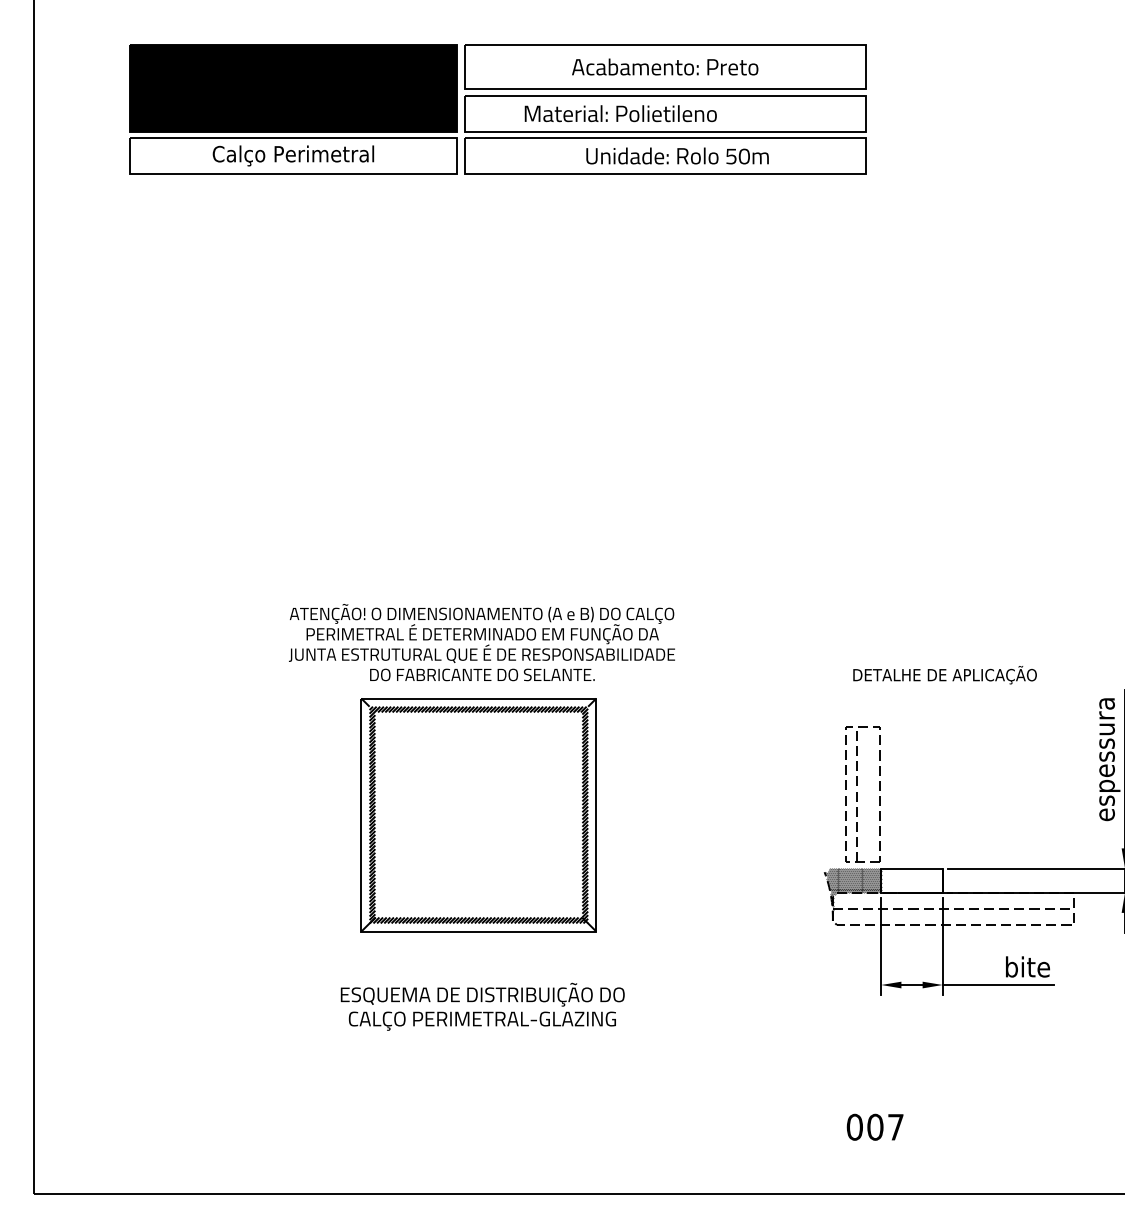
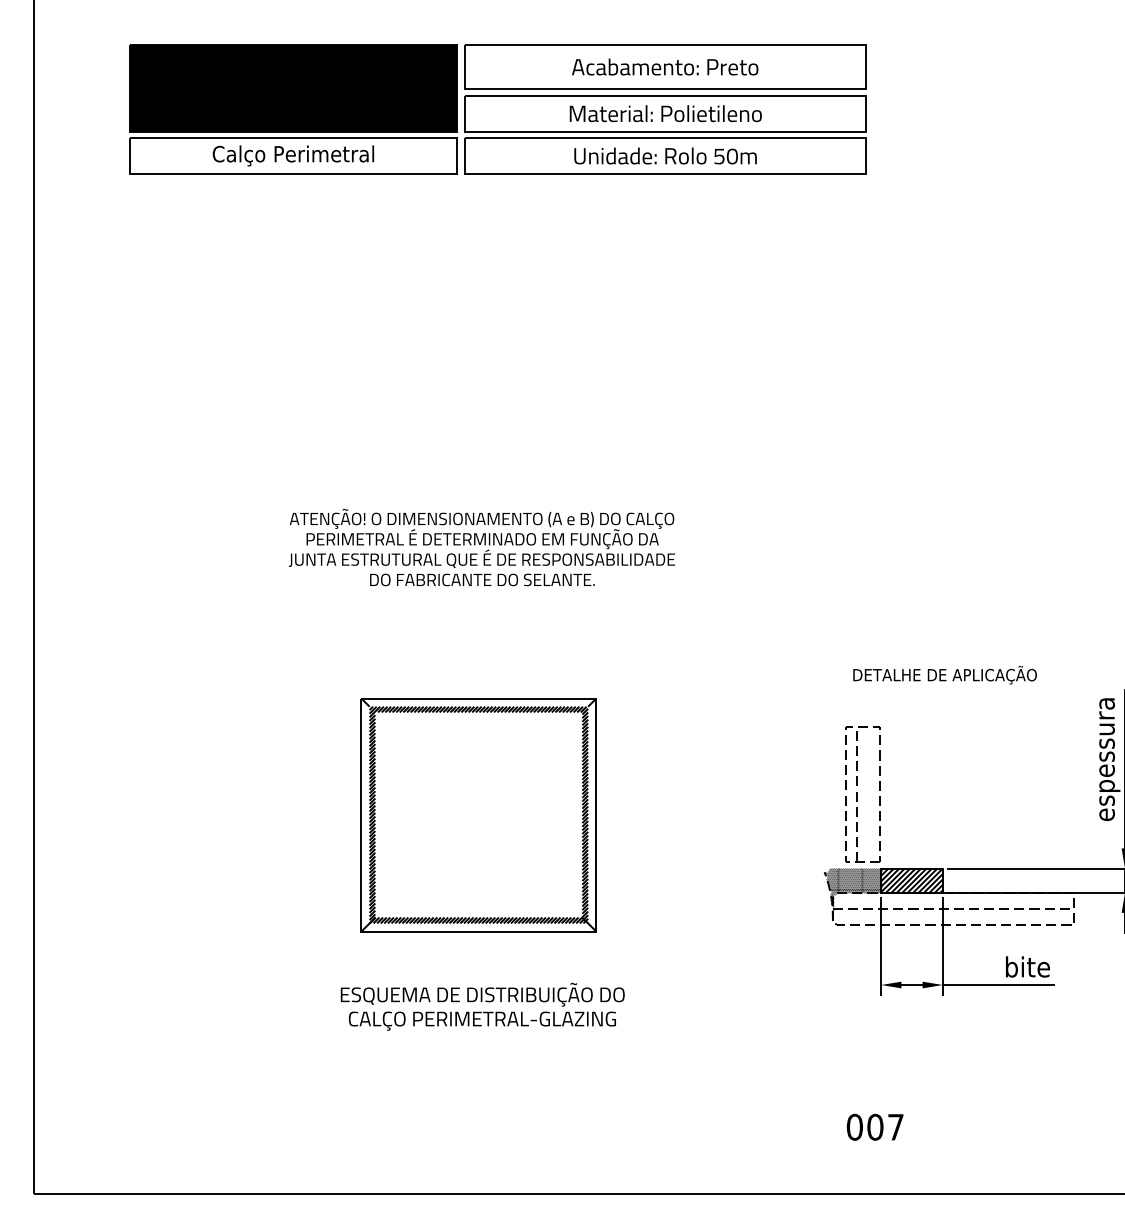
text at (620, 113) position: (620, 113) -> (665, 113)
text at (677, 155) position: (677, 155) -> (665, 155)
text at (481, 642) position: (481, 642) -> (481, 547)
hatch at (911, 880): none -> present
